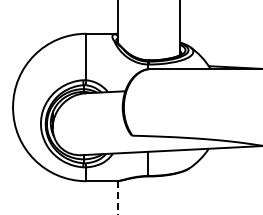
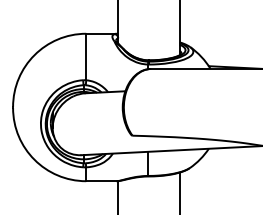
line at (179, 191): none -> present
line at (118, 198): dashed -> solid
